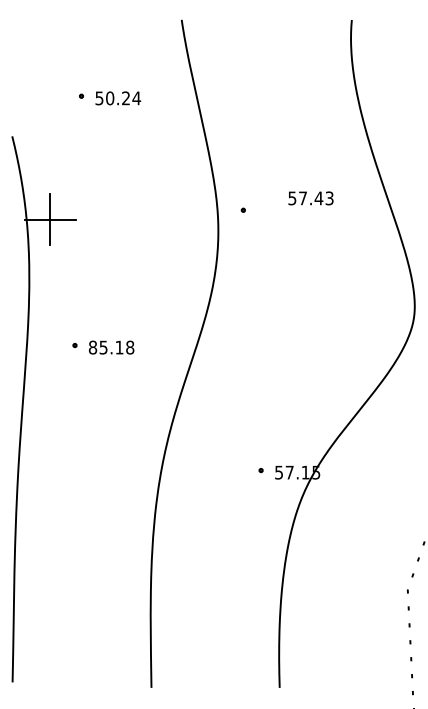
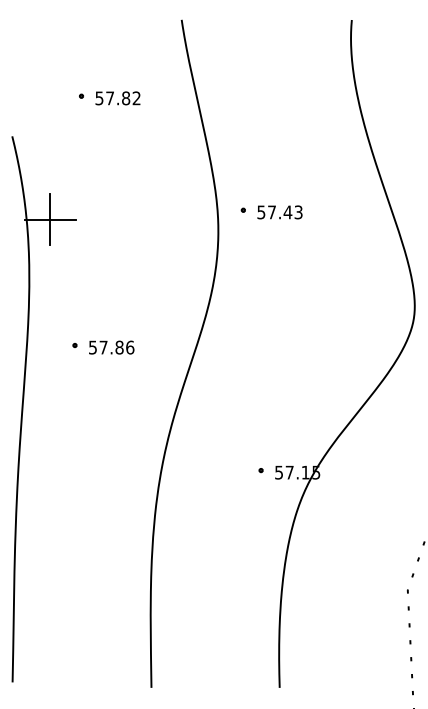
text at (123, 98): 50.24 -> 57.82
text at (310, 198) position: (310, 198) -> (279, 212)
text at (111, 347): 85.18 -> 57.86
